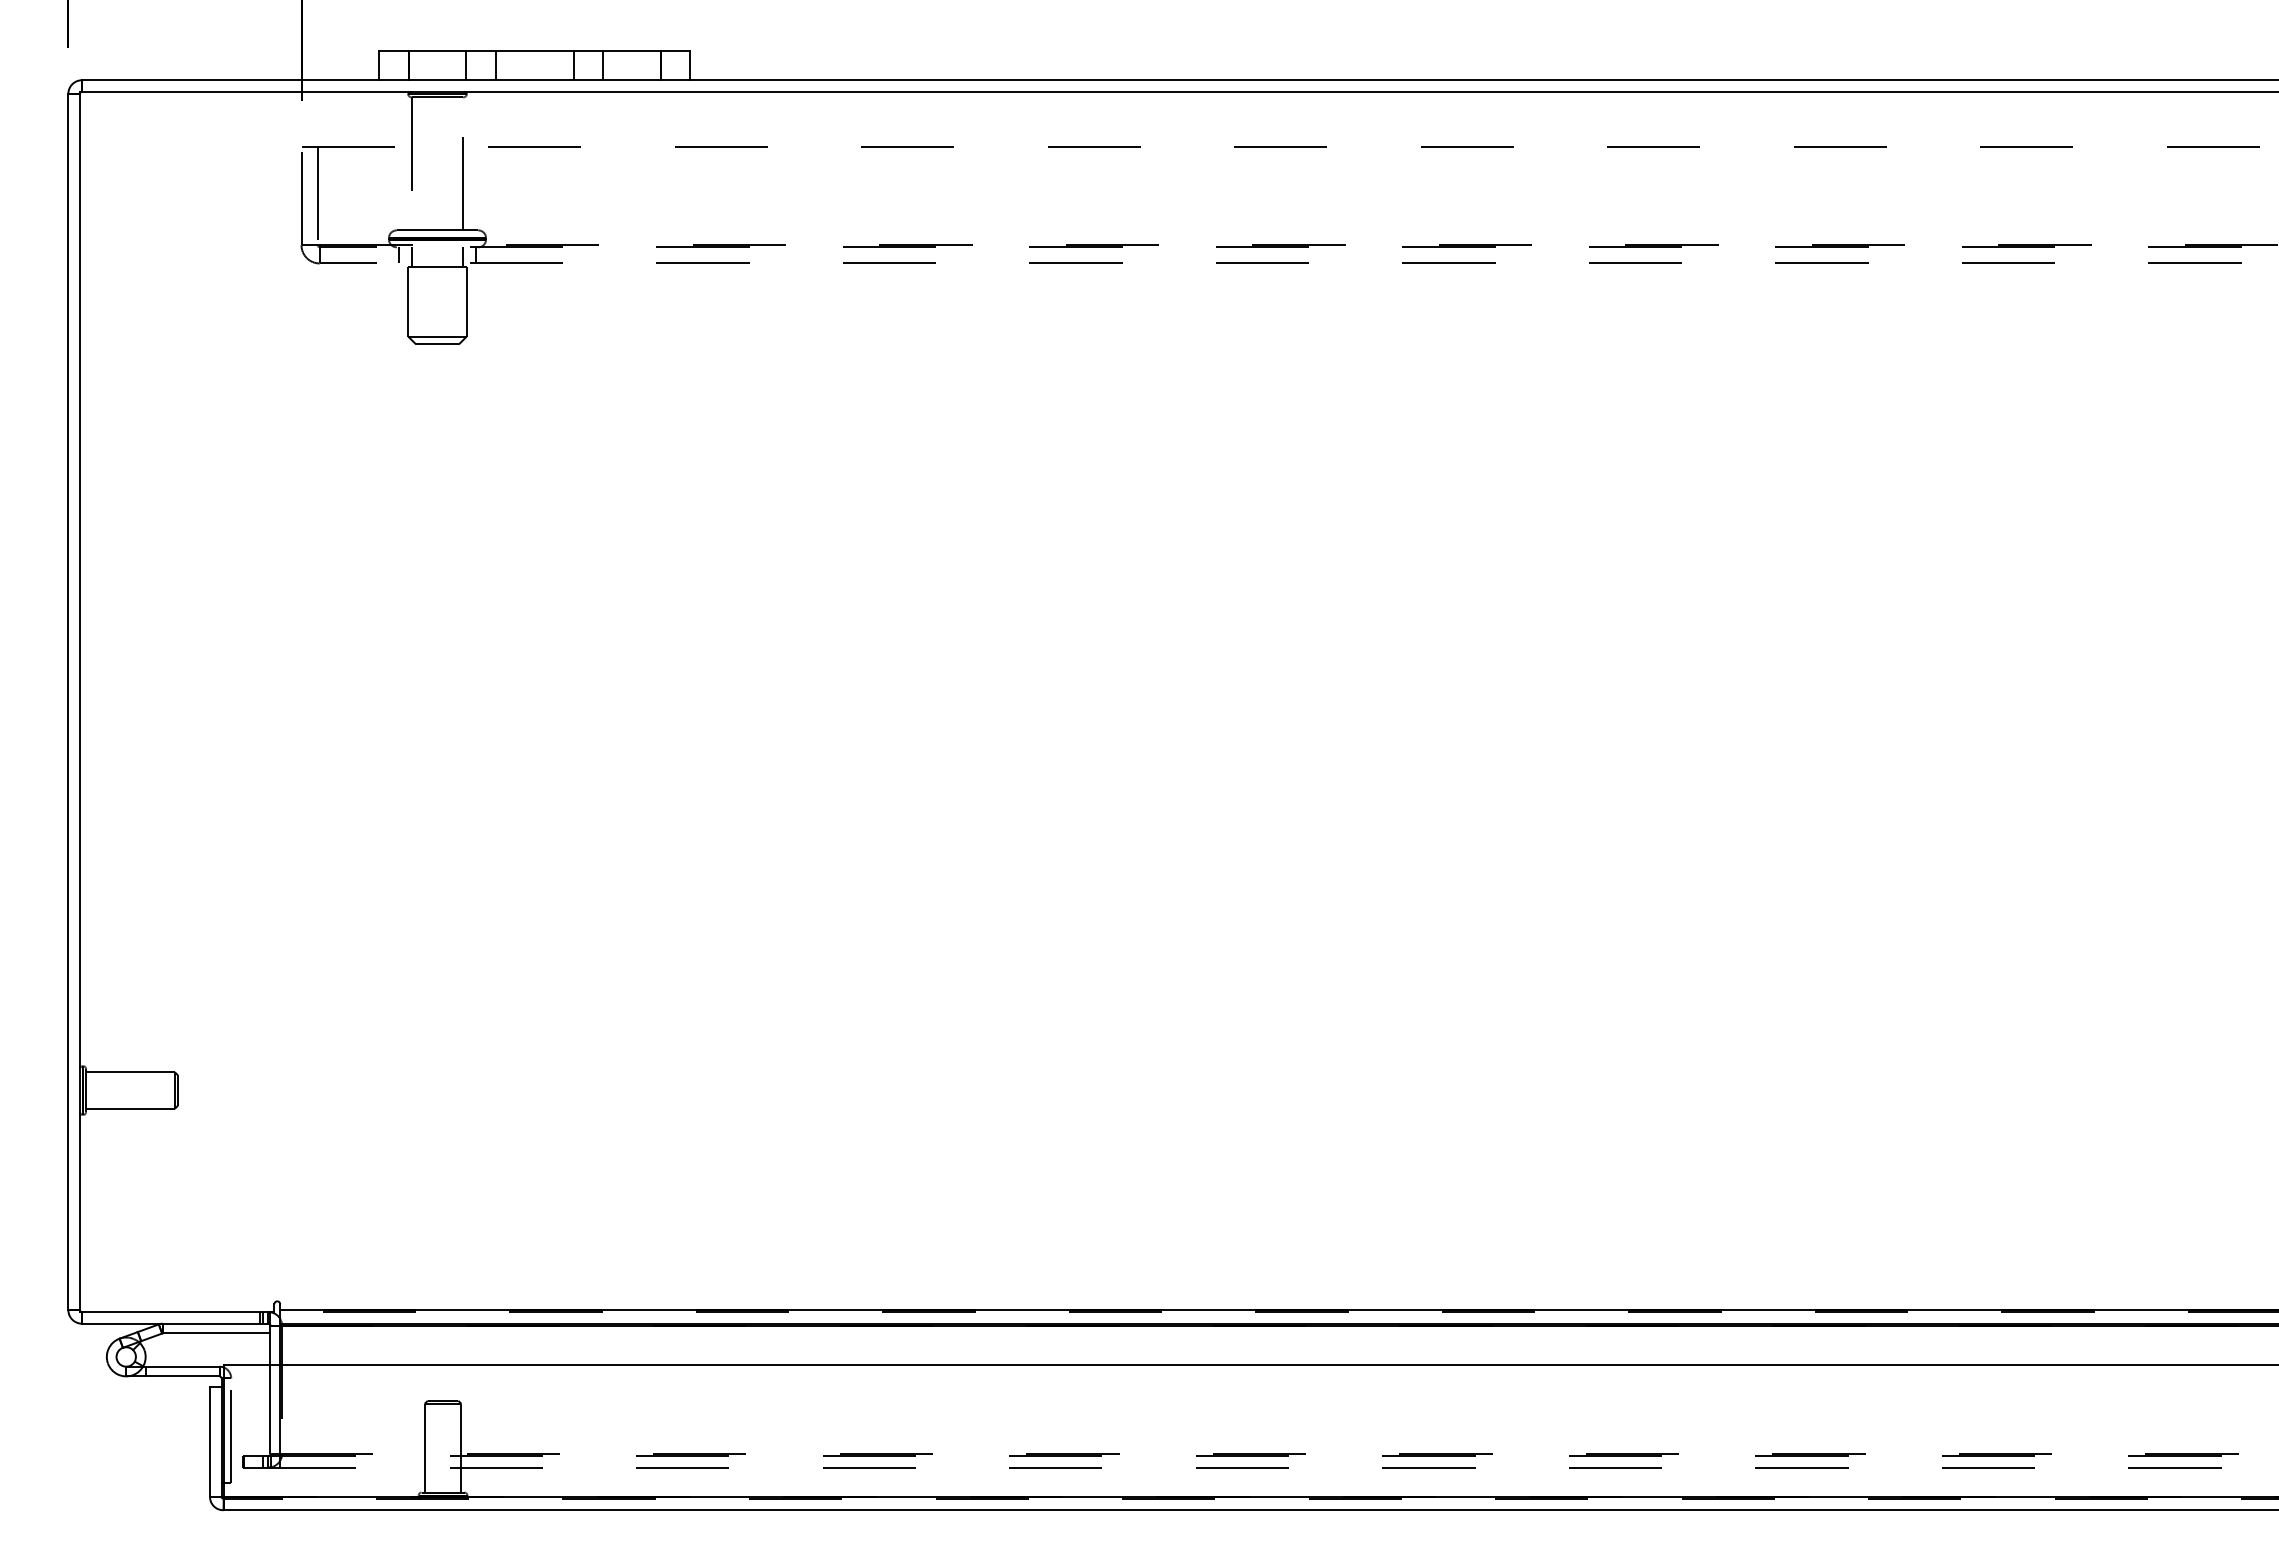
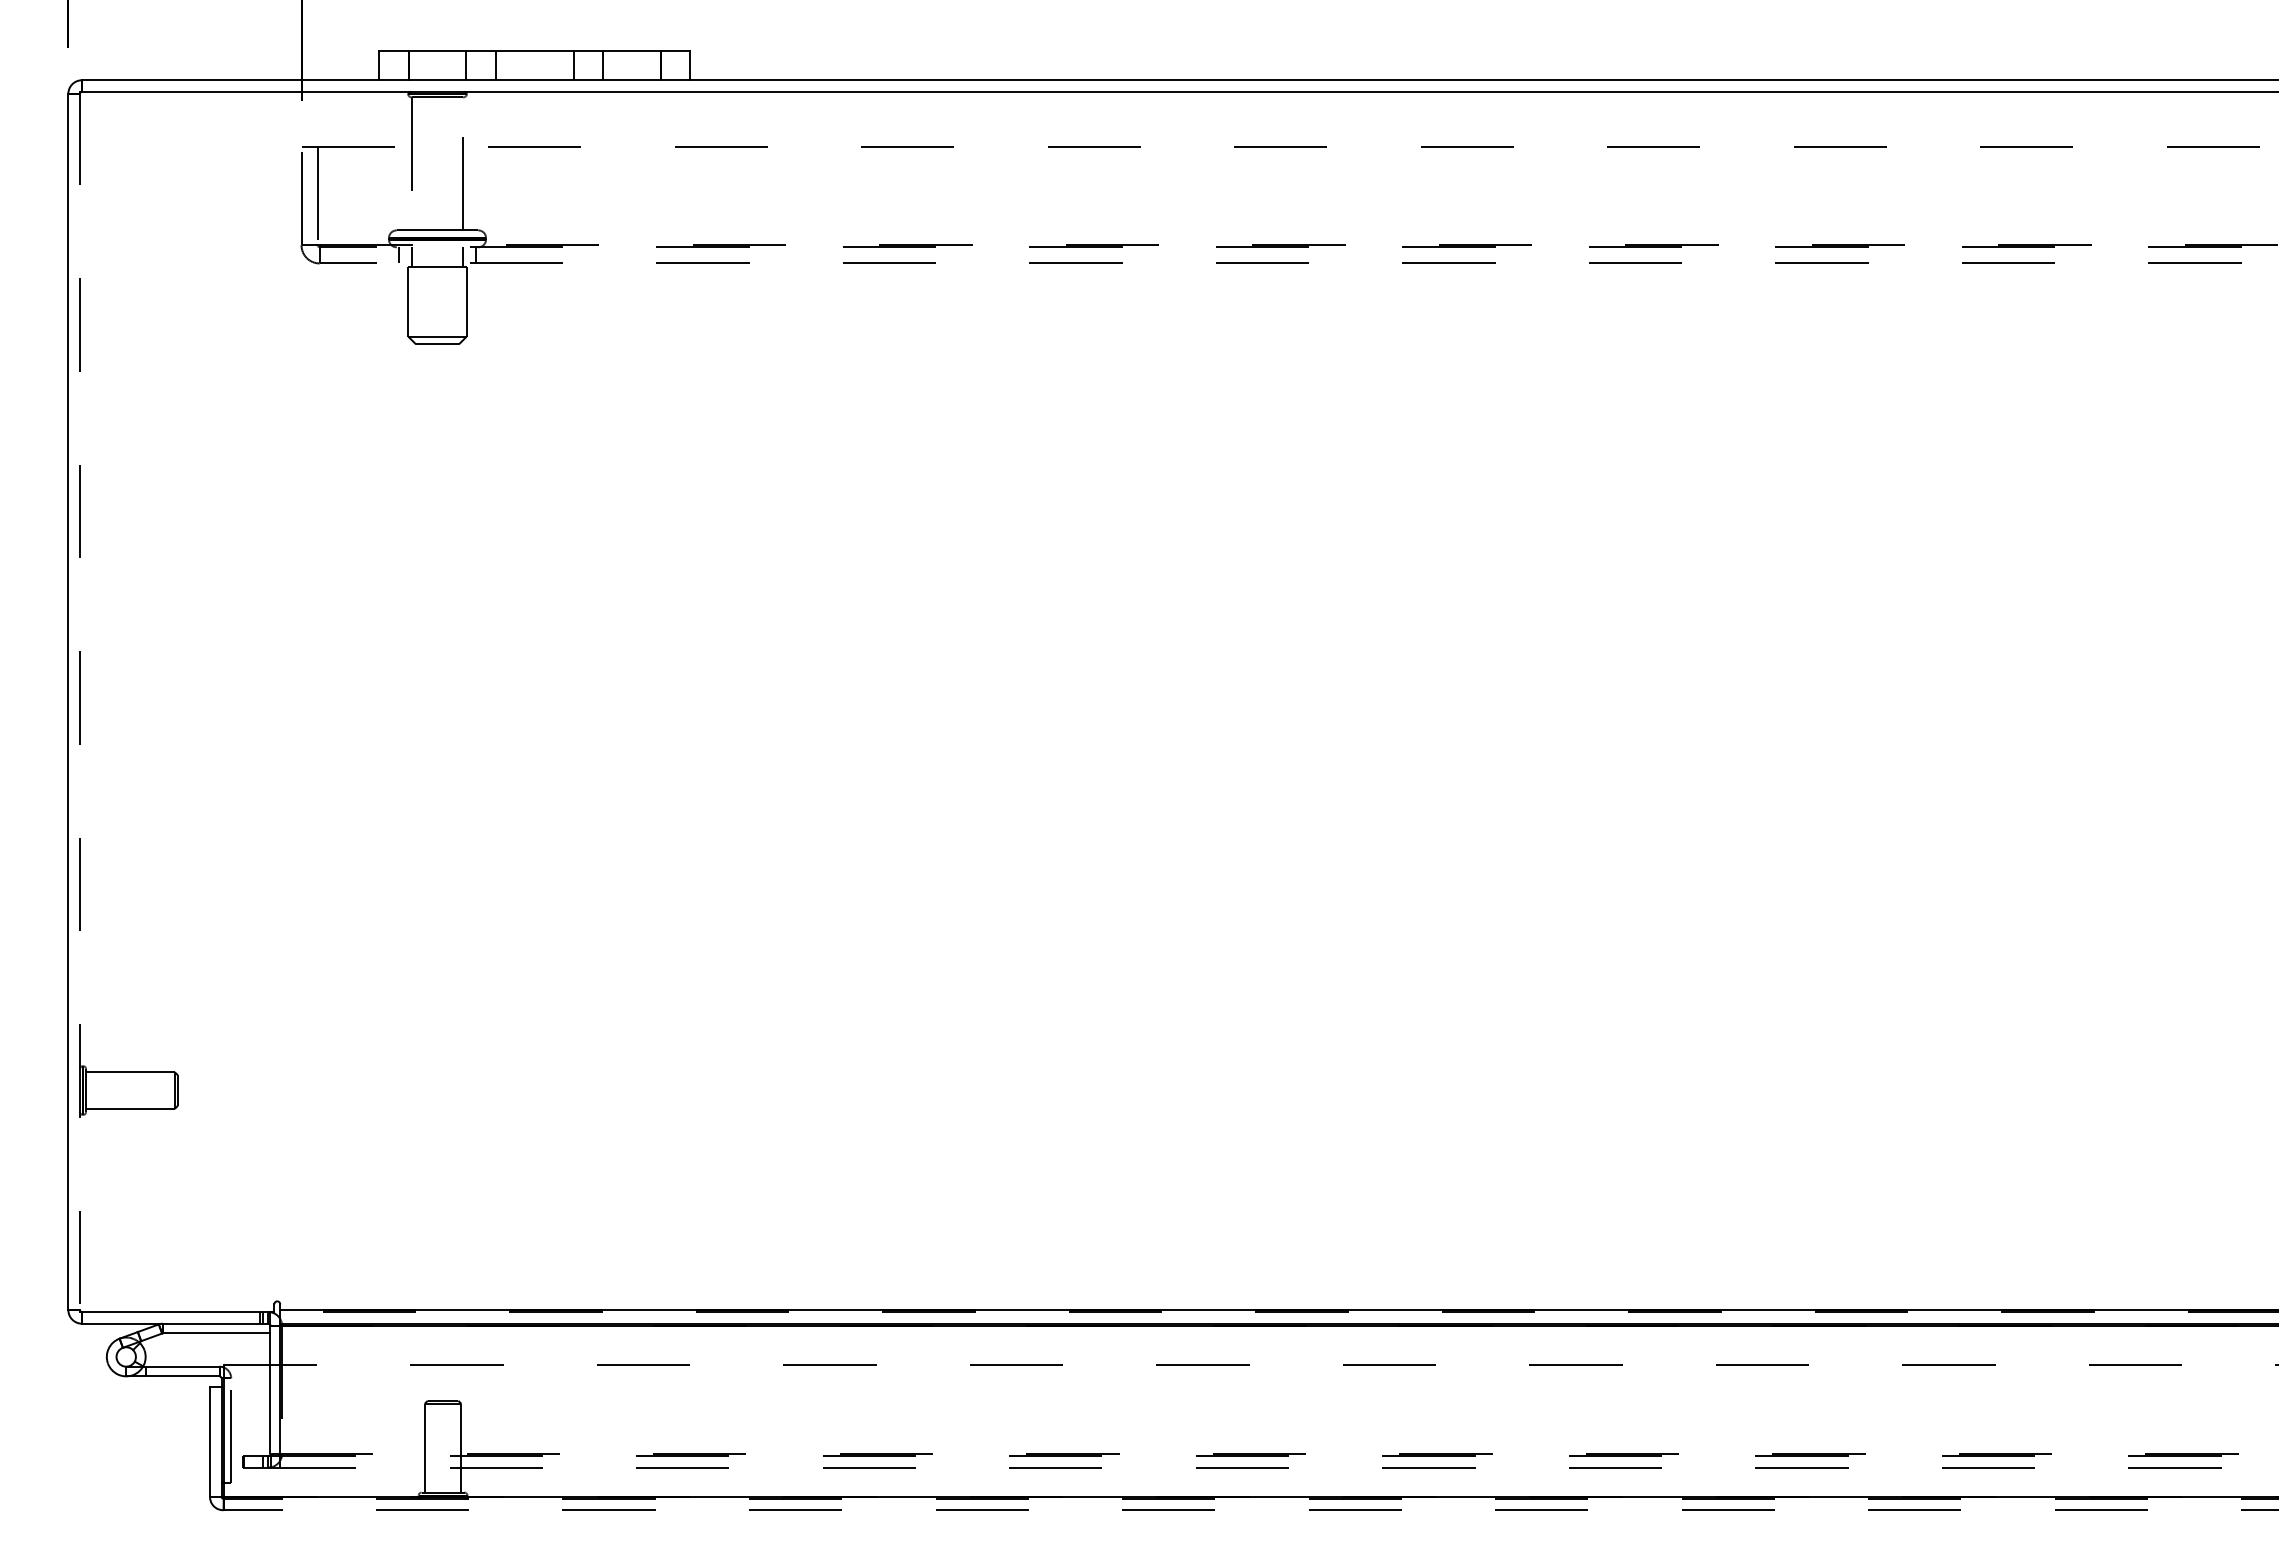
line at (79, 702): solid -> dashed
line at (1251, 1364): solid -> dashed
line at (1250, 1510): solid -> dashed
